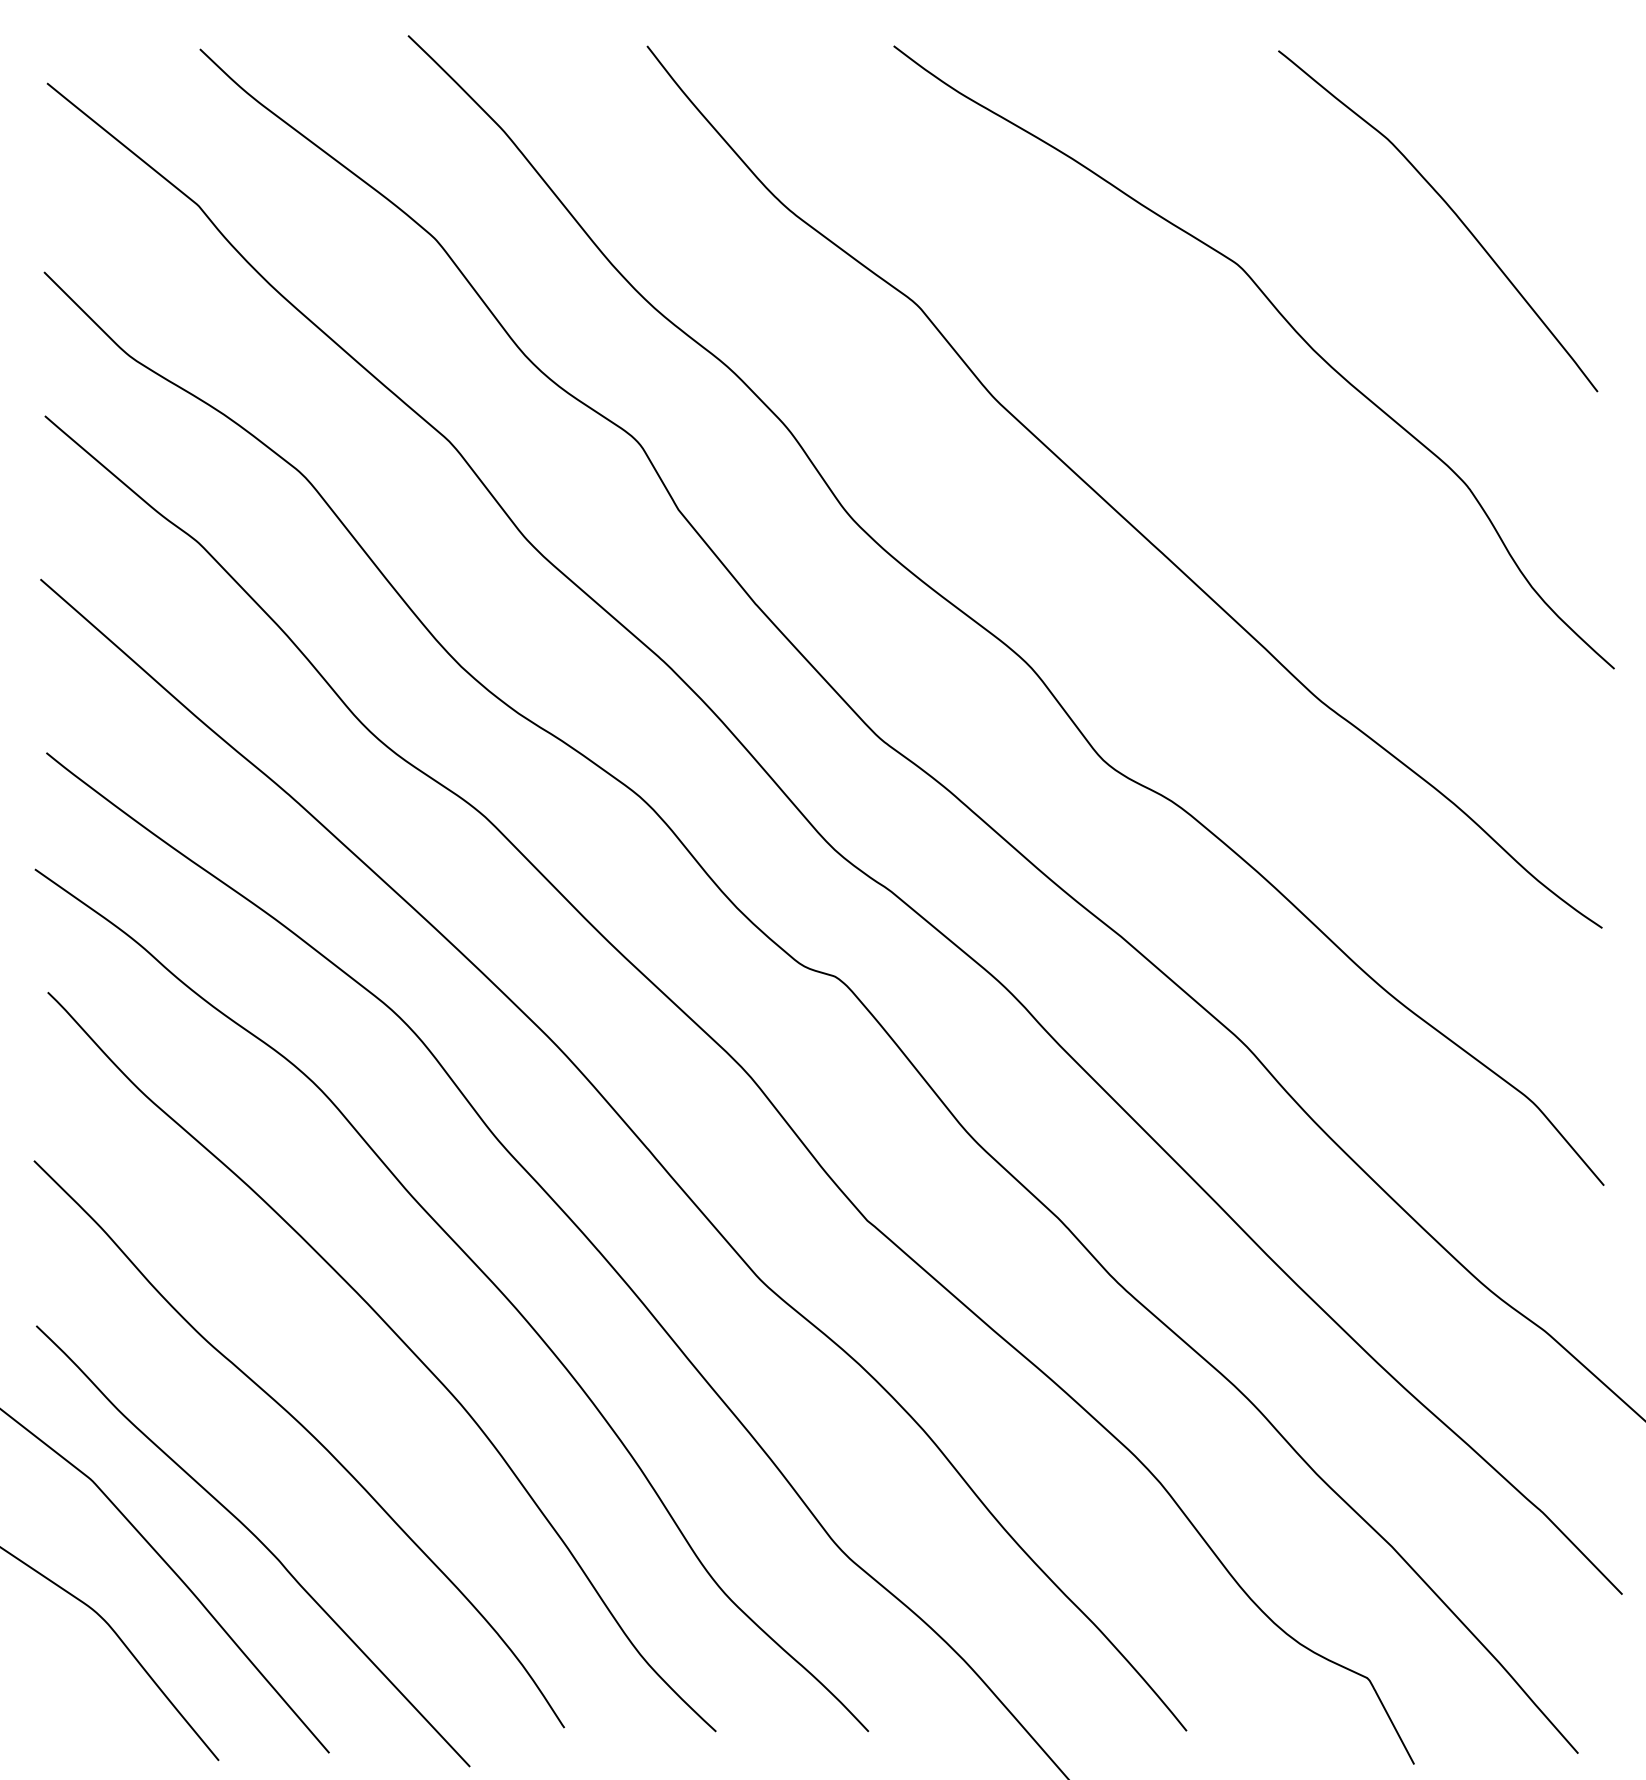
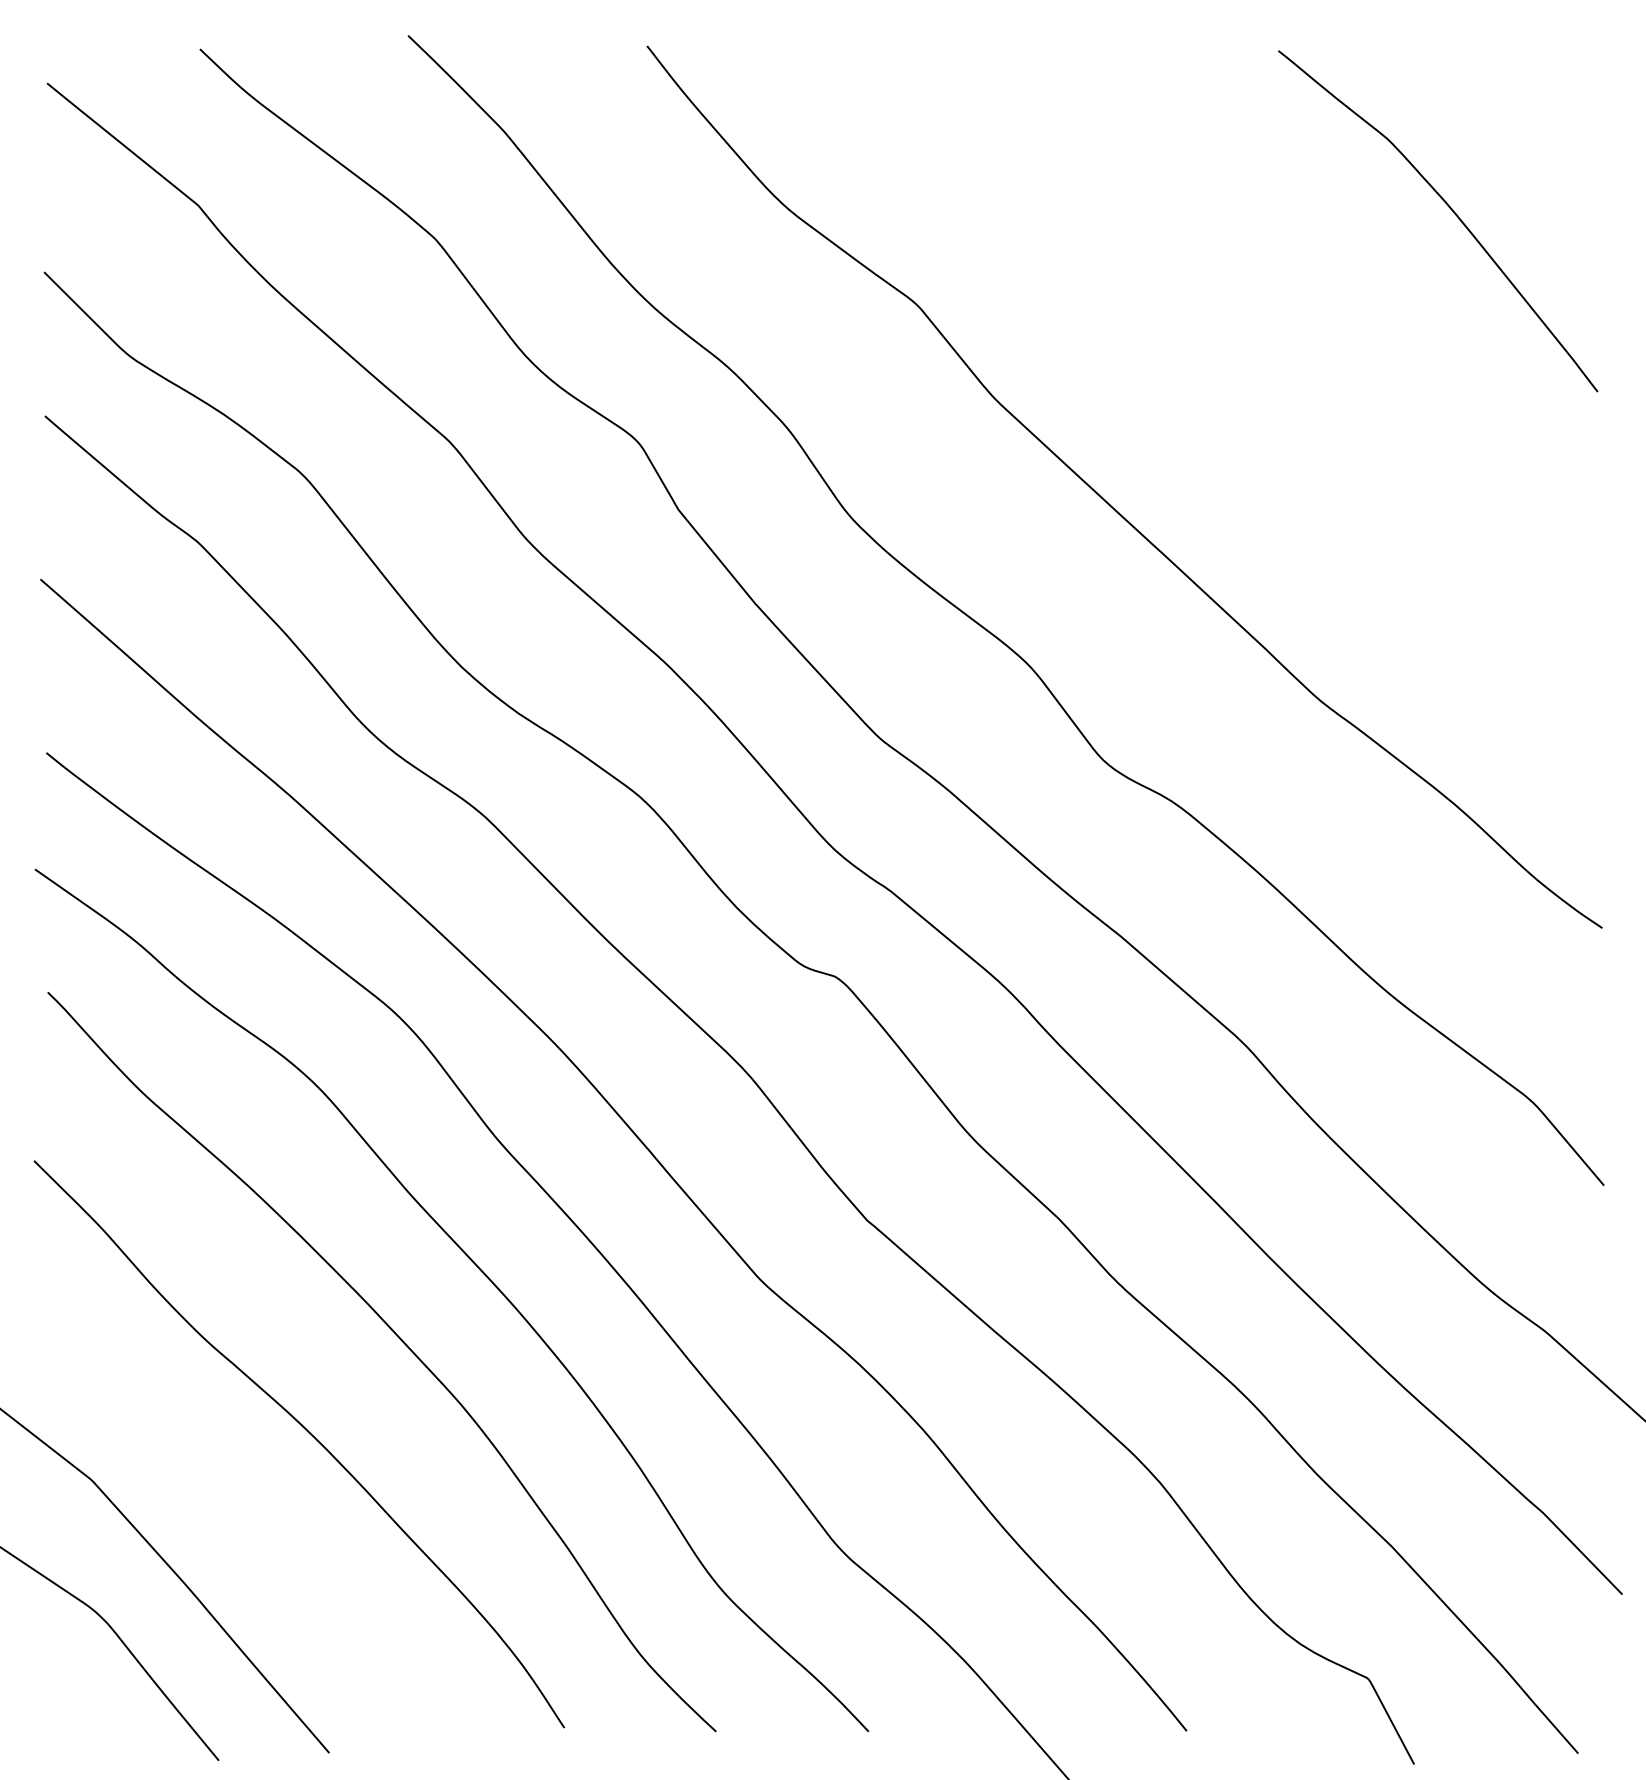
curve at (1287, 323): present -> none
curve at (258, 1540): present -> none
